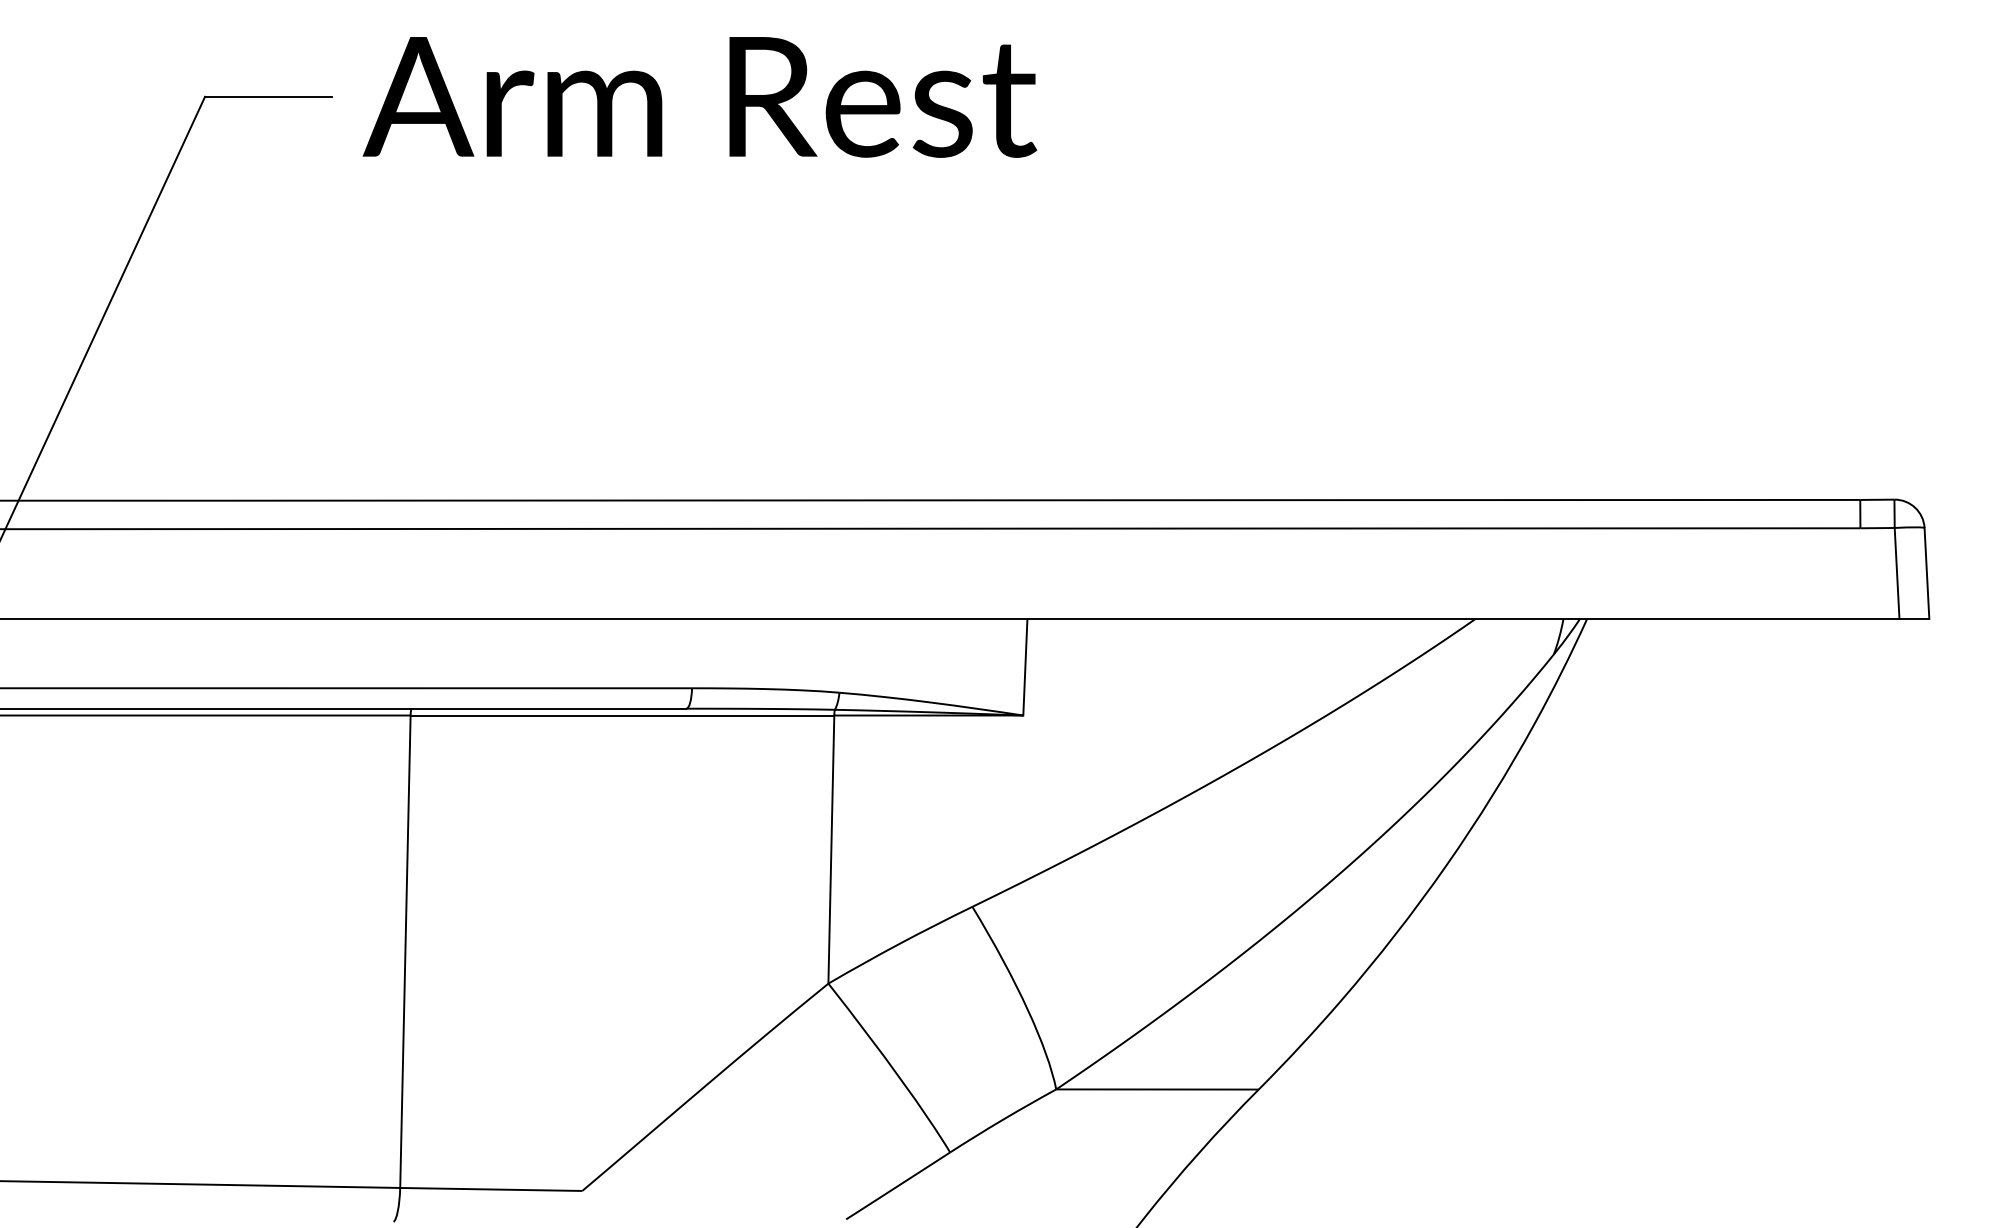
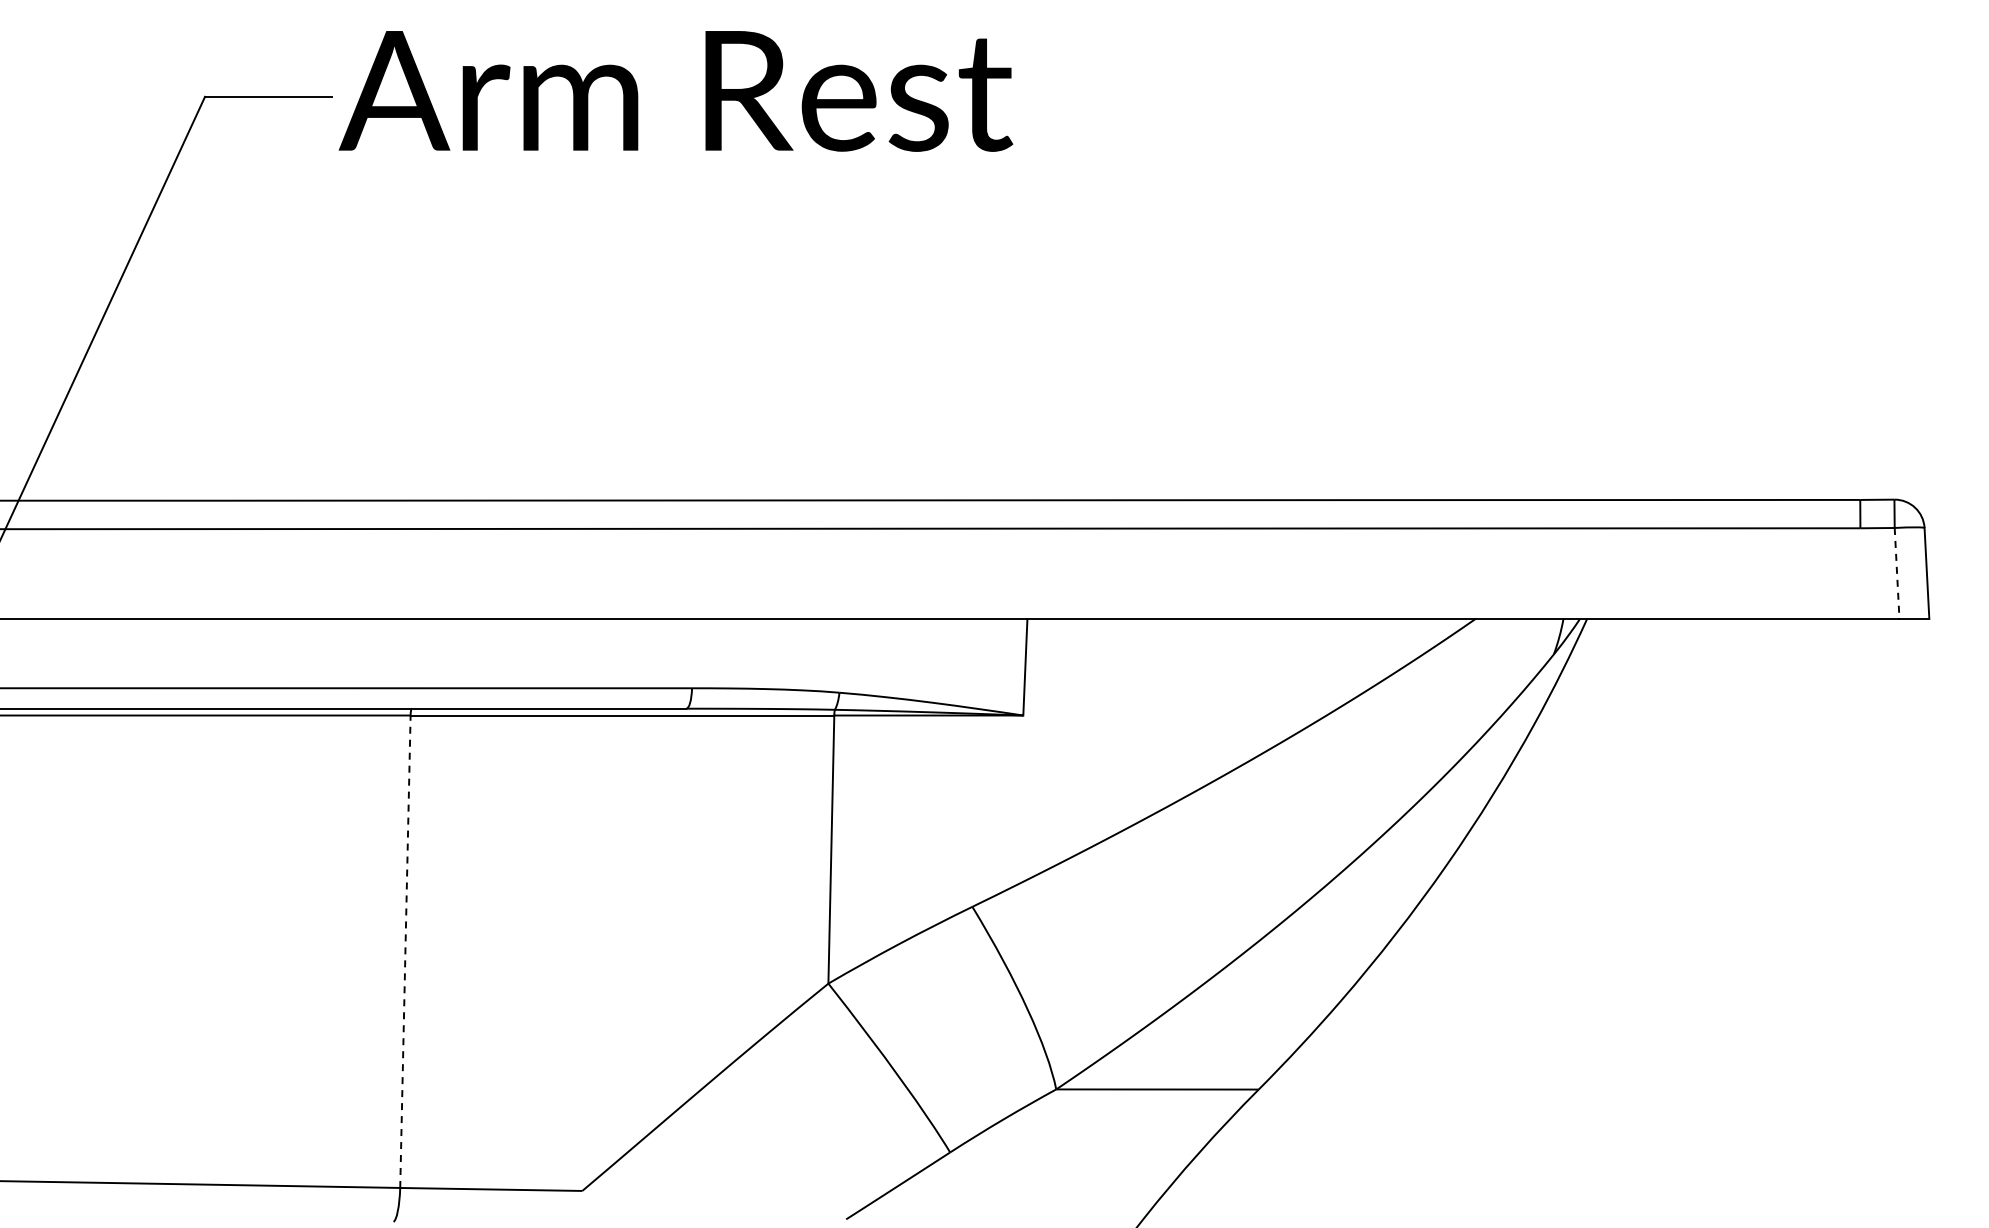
text at (699, 97) position: (699, 97) -> (675, 91)
line at (1897, 573): solid -> dashed
line at (405, 951): solid -> dashed
